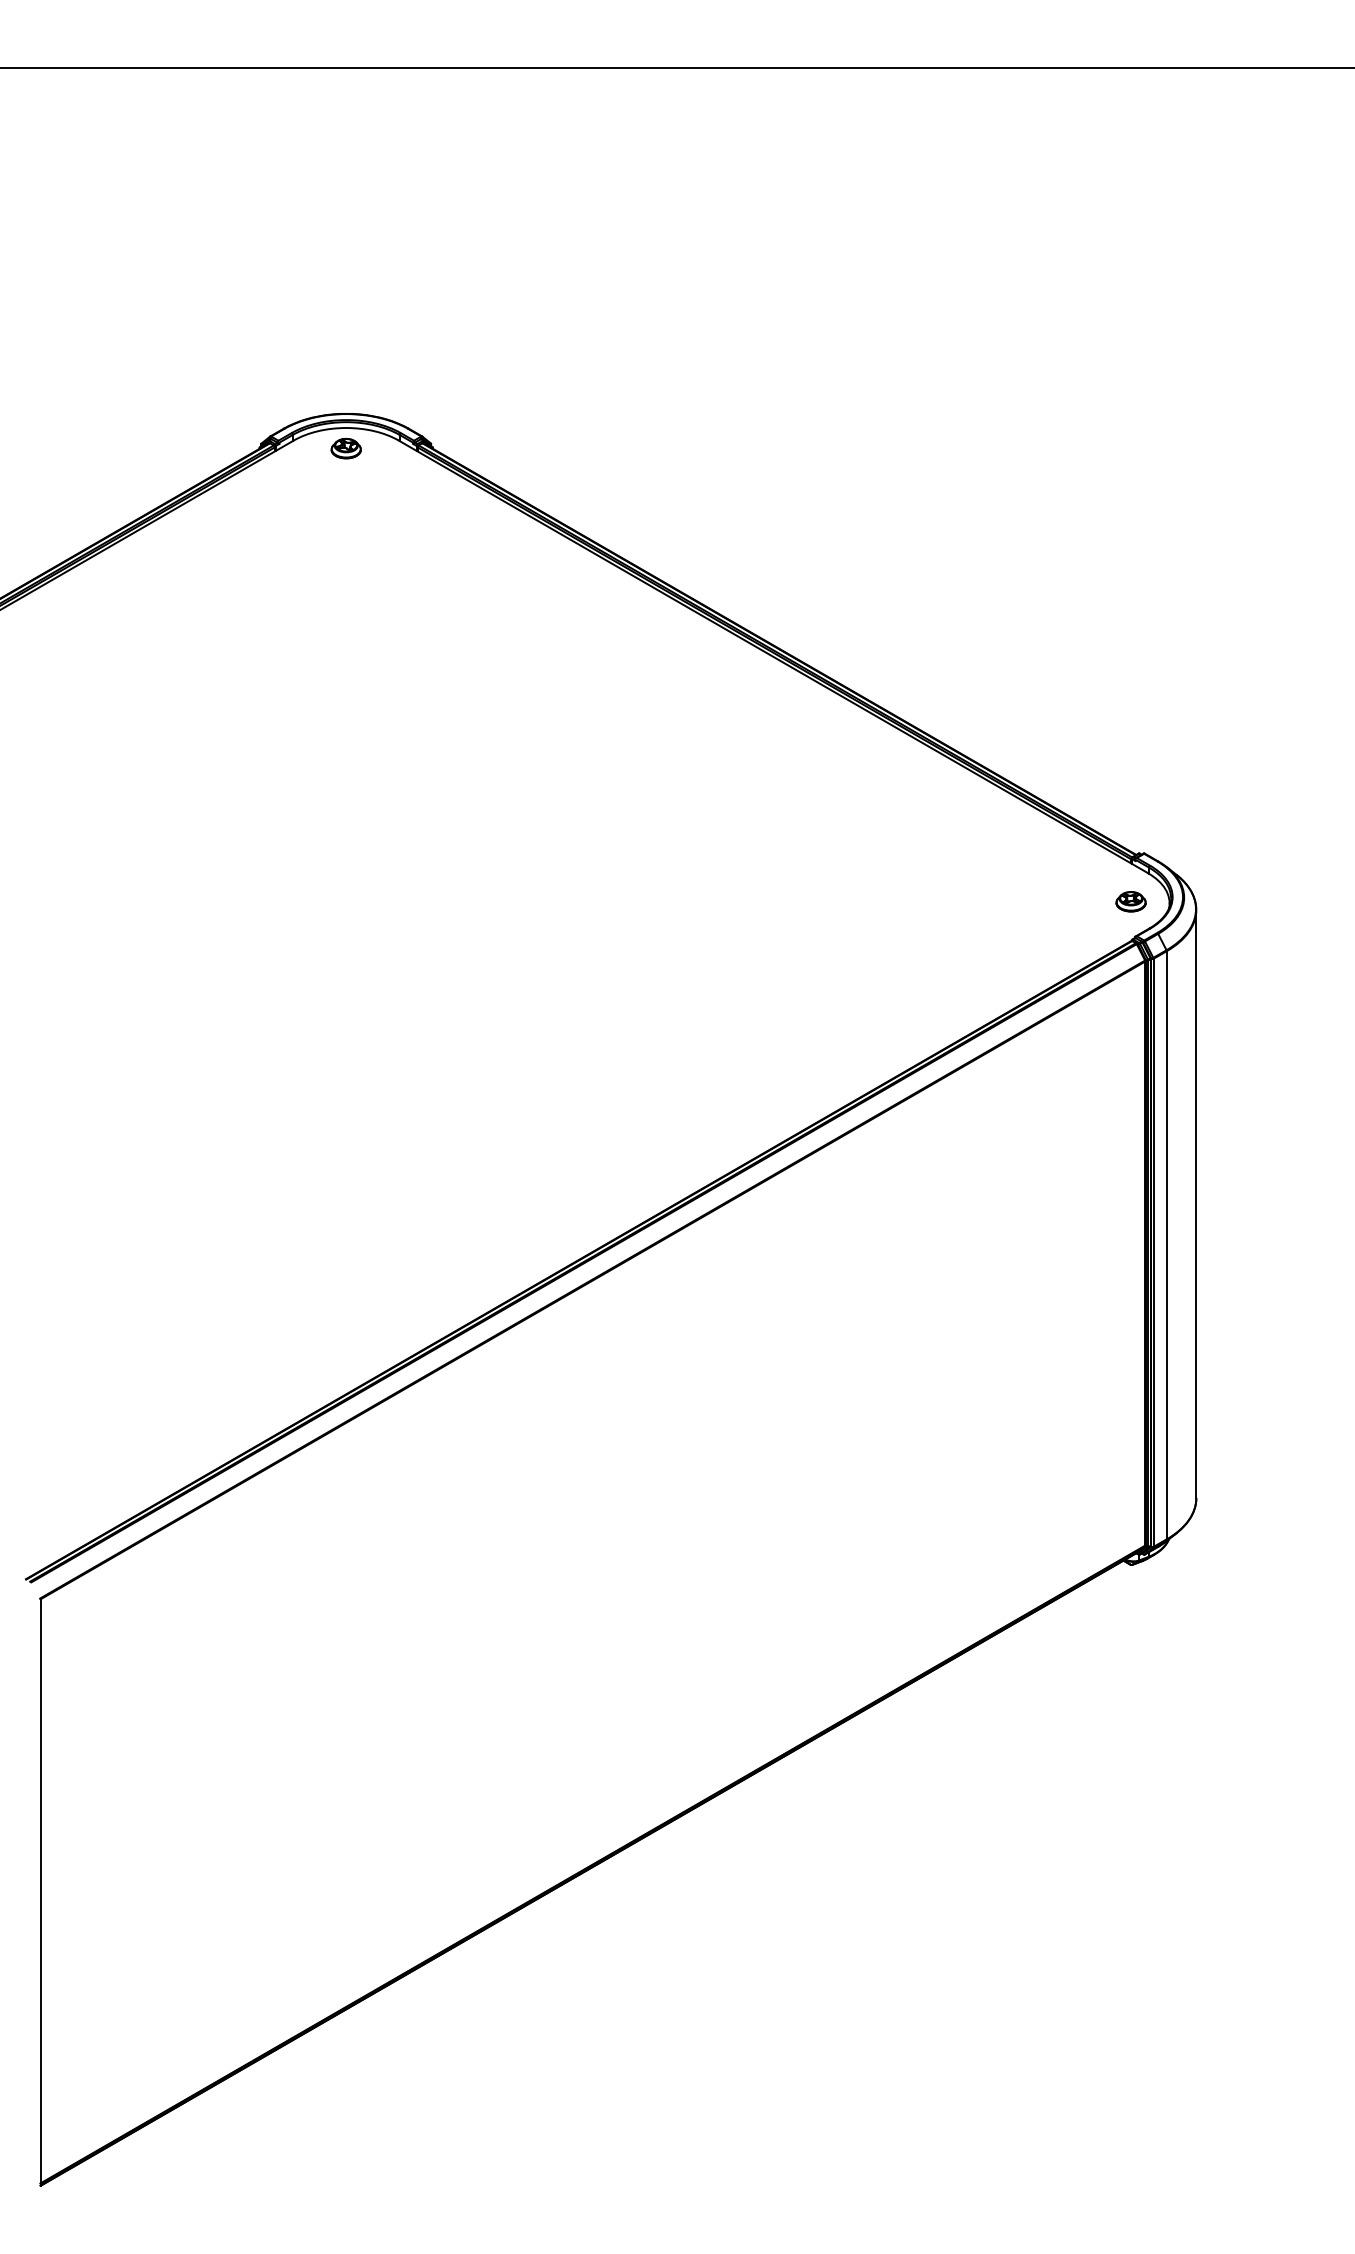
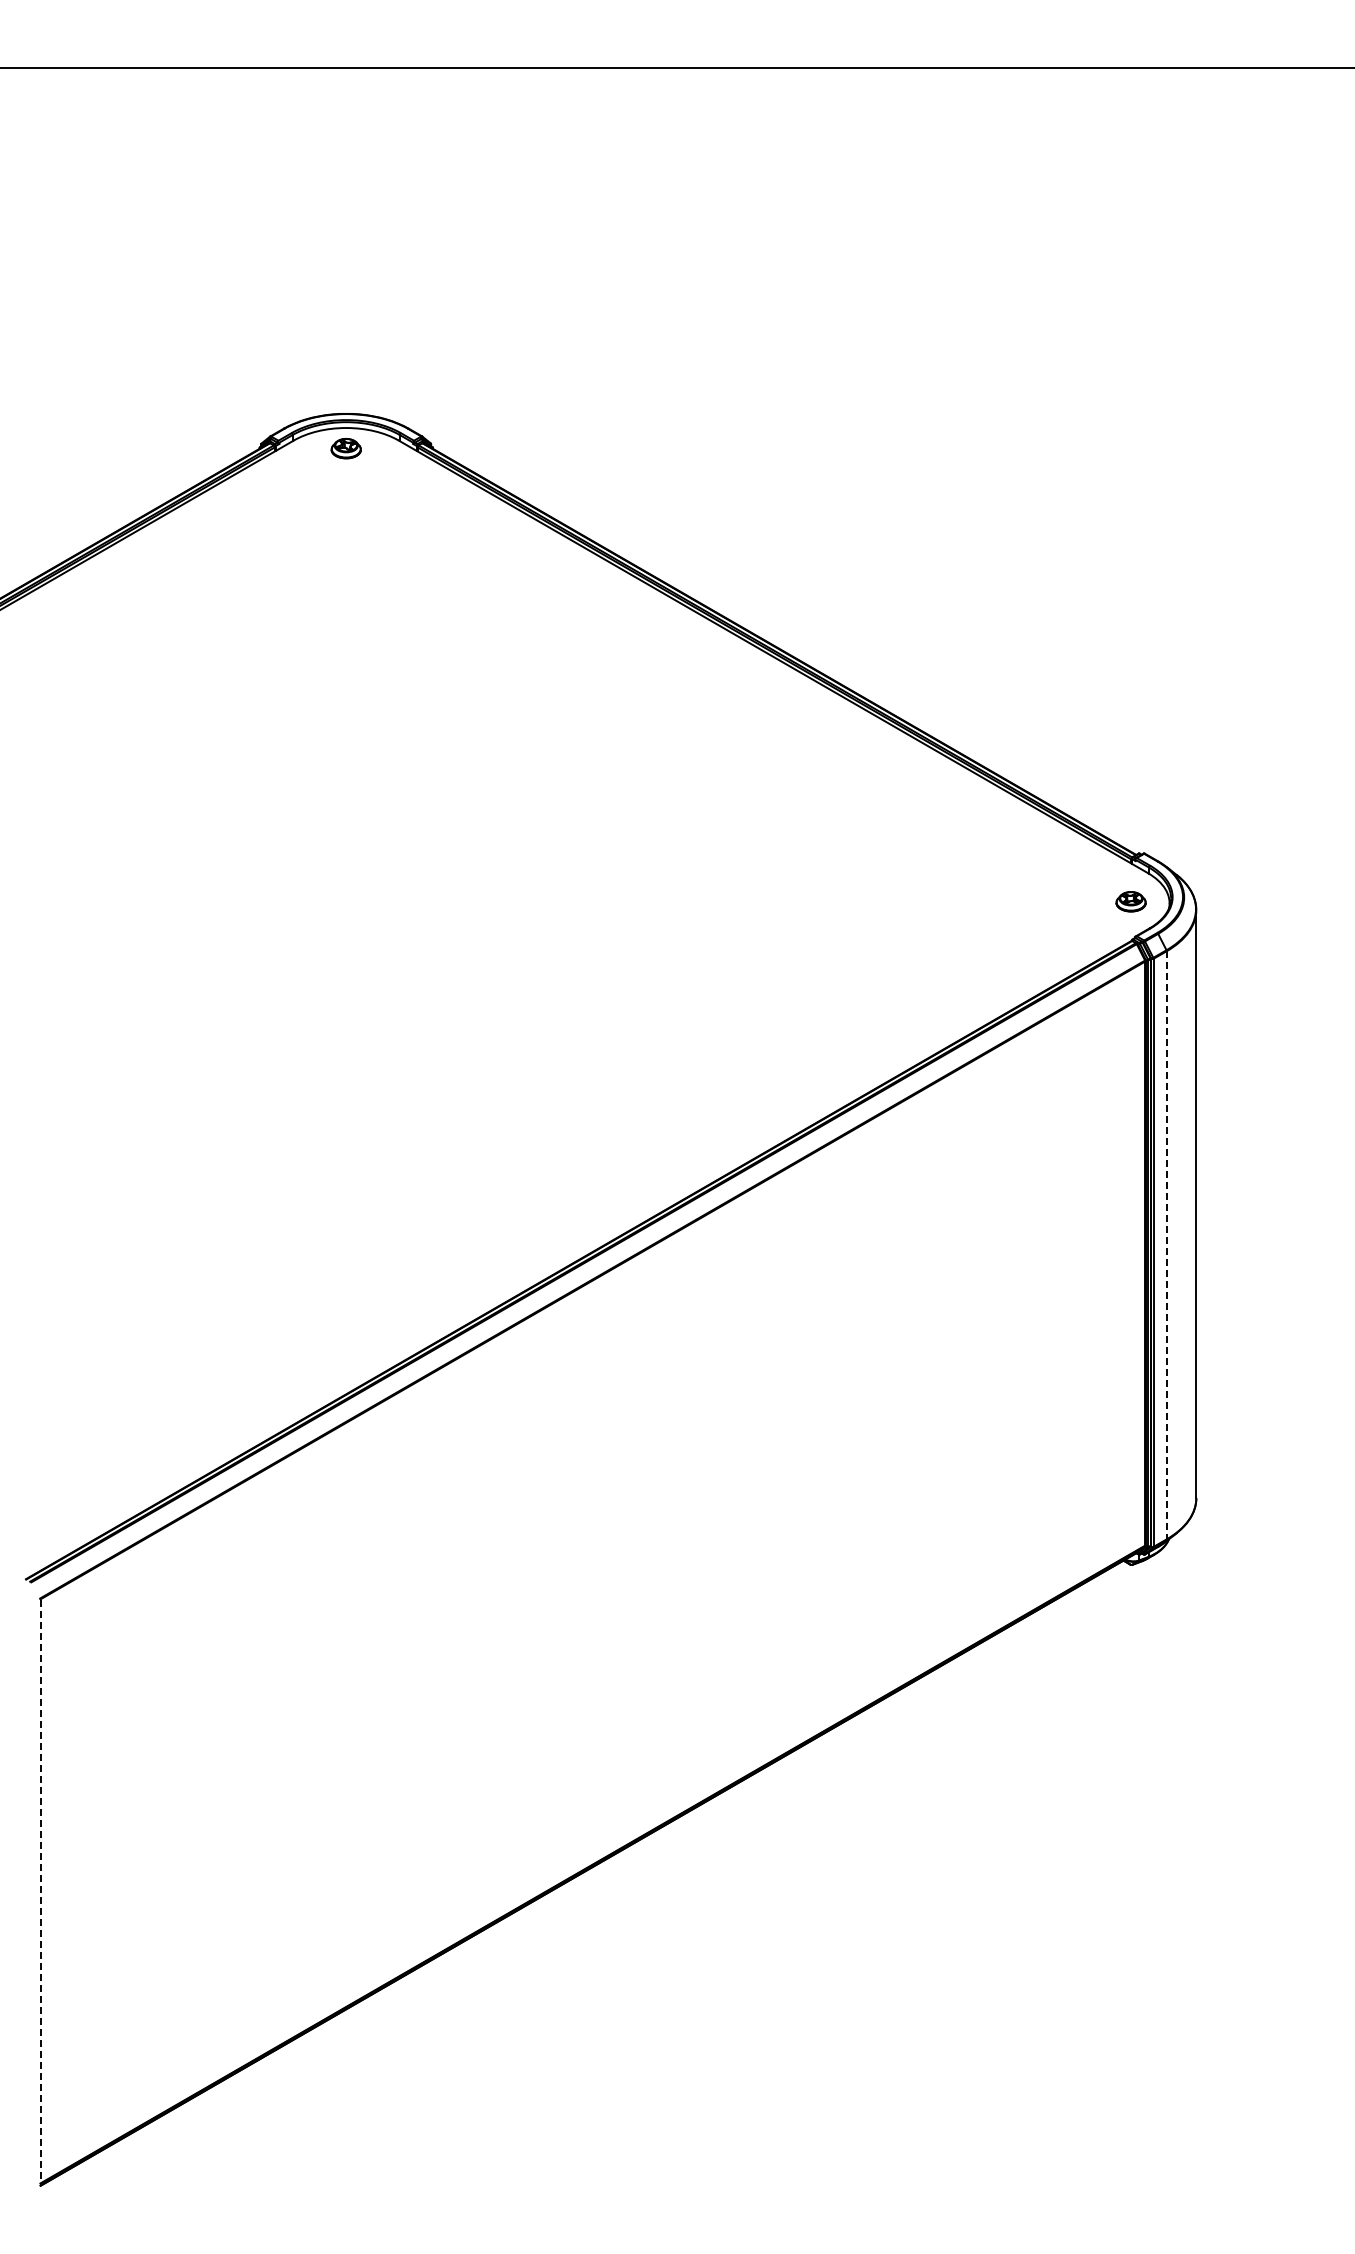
line at (1166, 1245): solid -> dashed
line at (40, 1893): solid -> dashed
